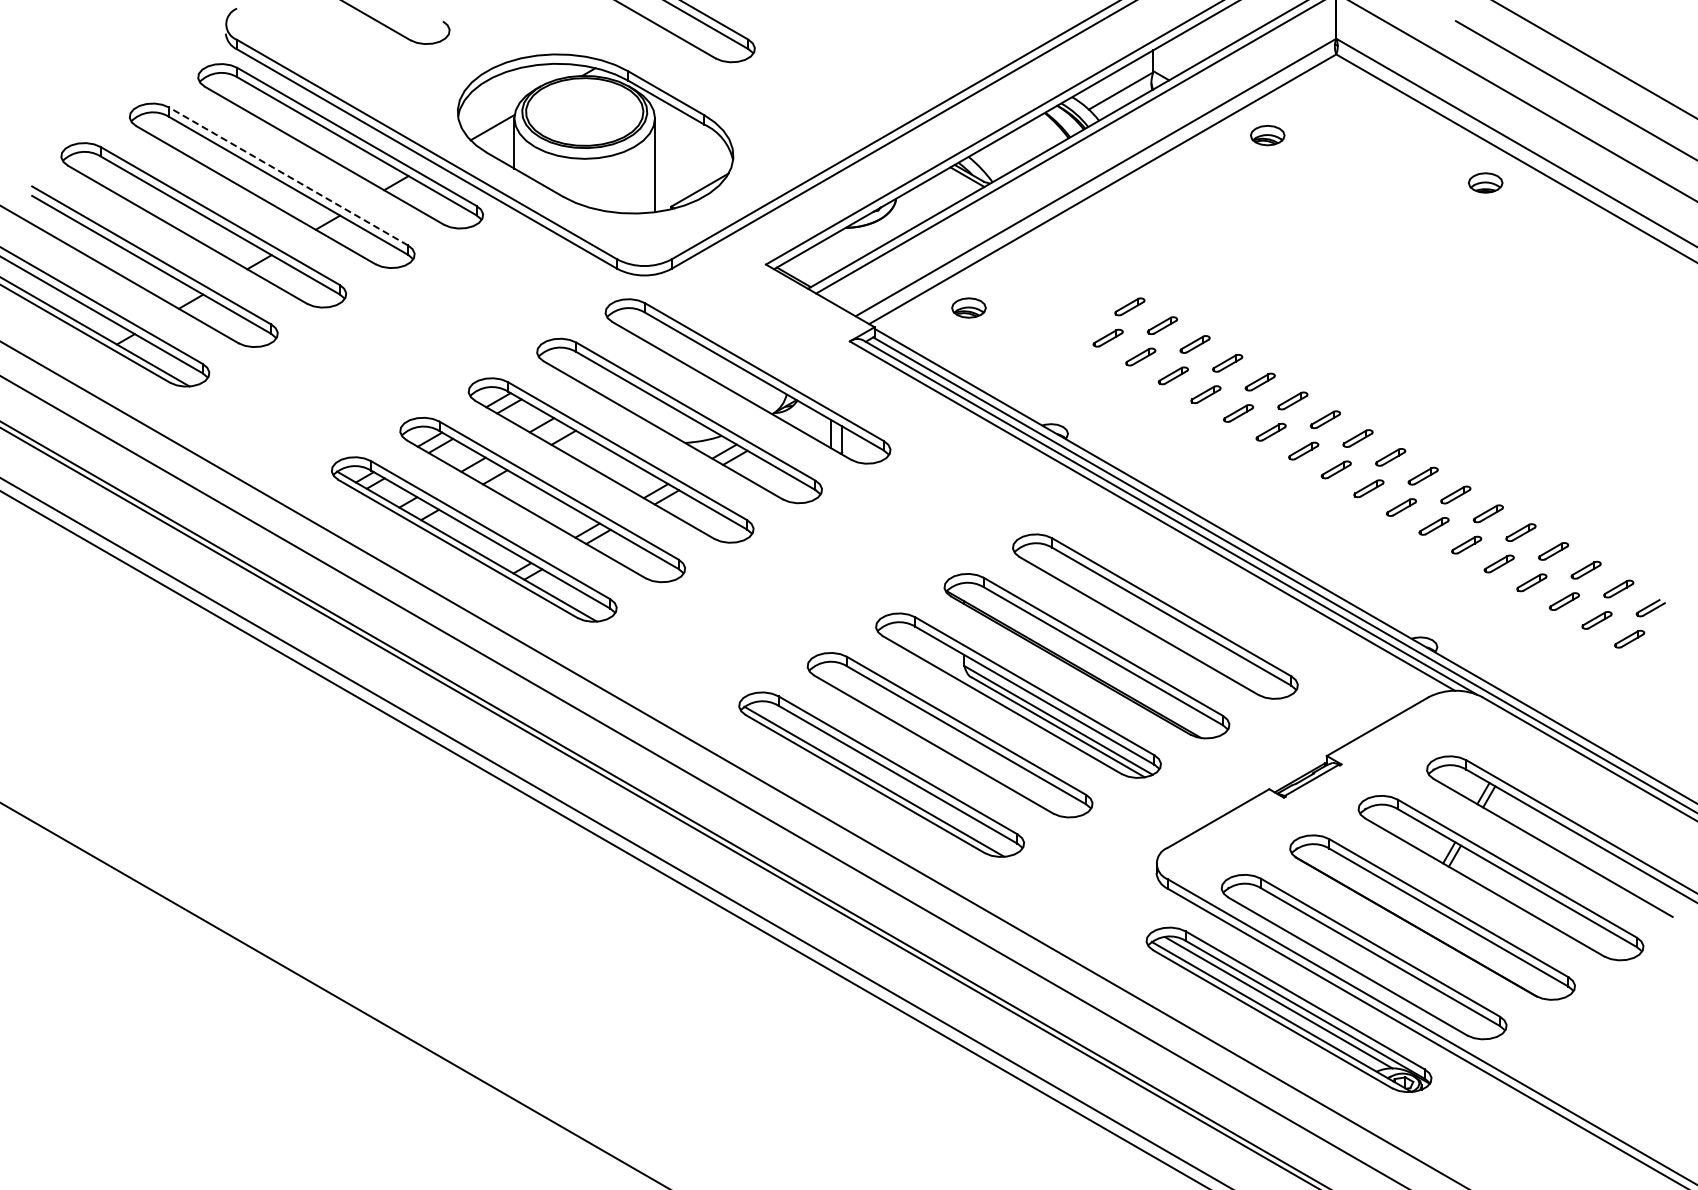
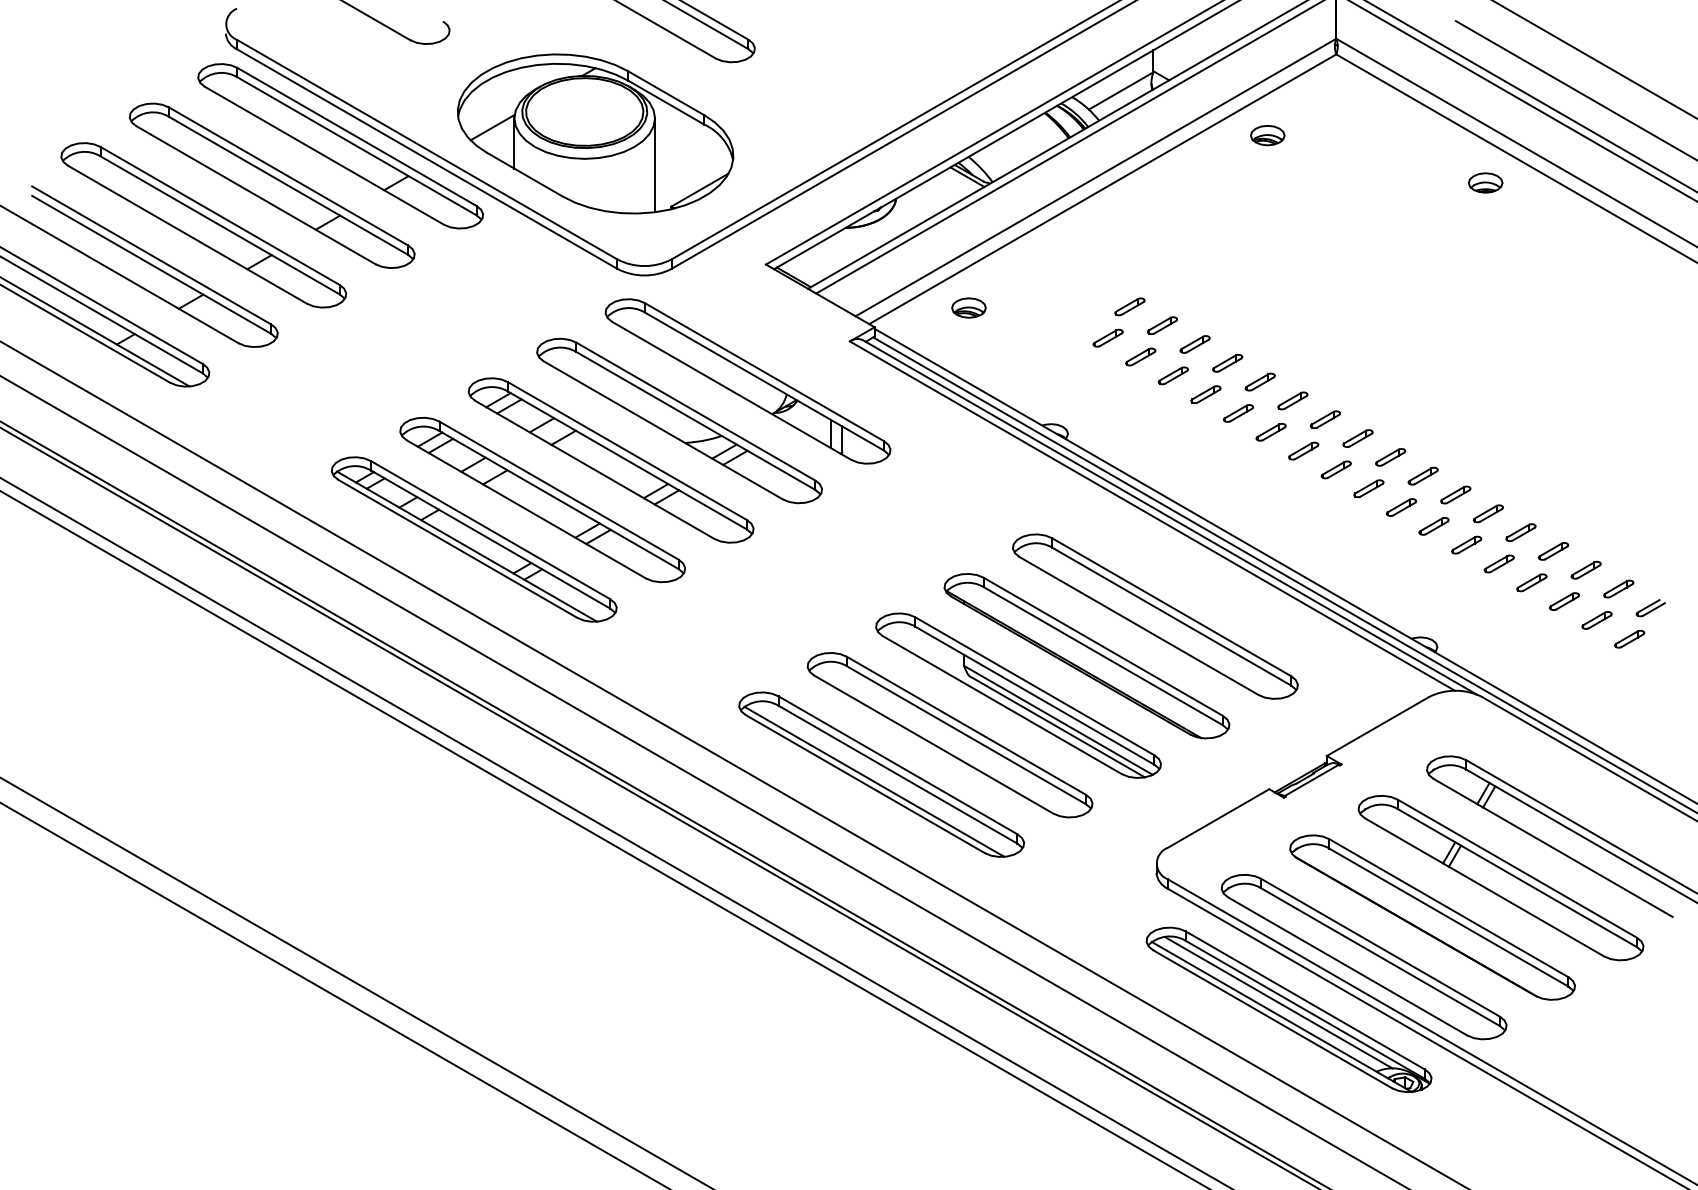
line at (1530, 96): none -> present
line at (288, 176): dashed -> solid
line at (355, 982): none -> present
